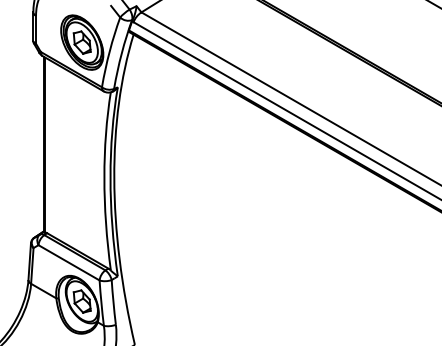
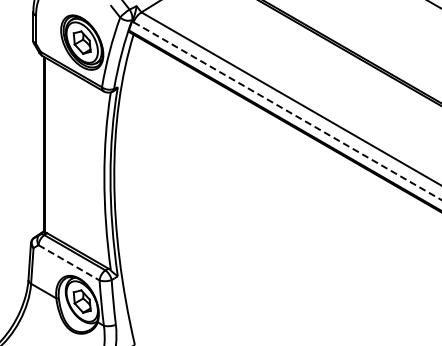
line at (287, 111): solid -> dashed
line at (69, 263): solid -> dashed
